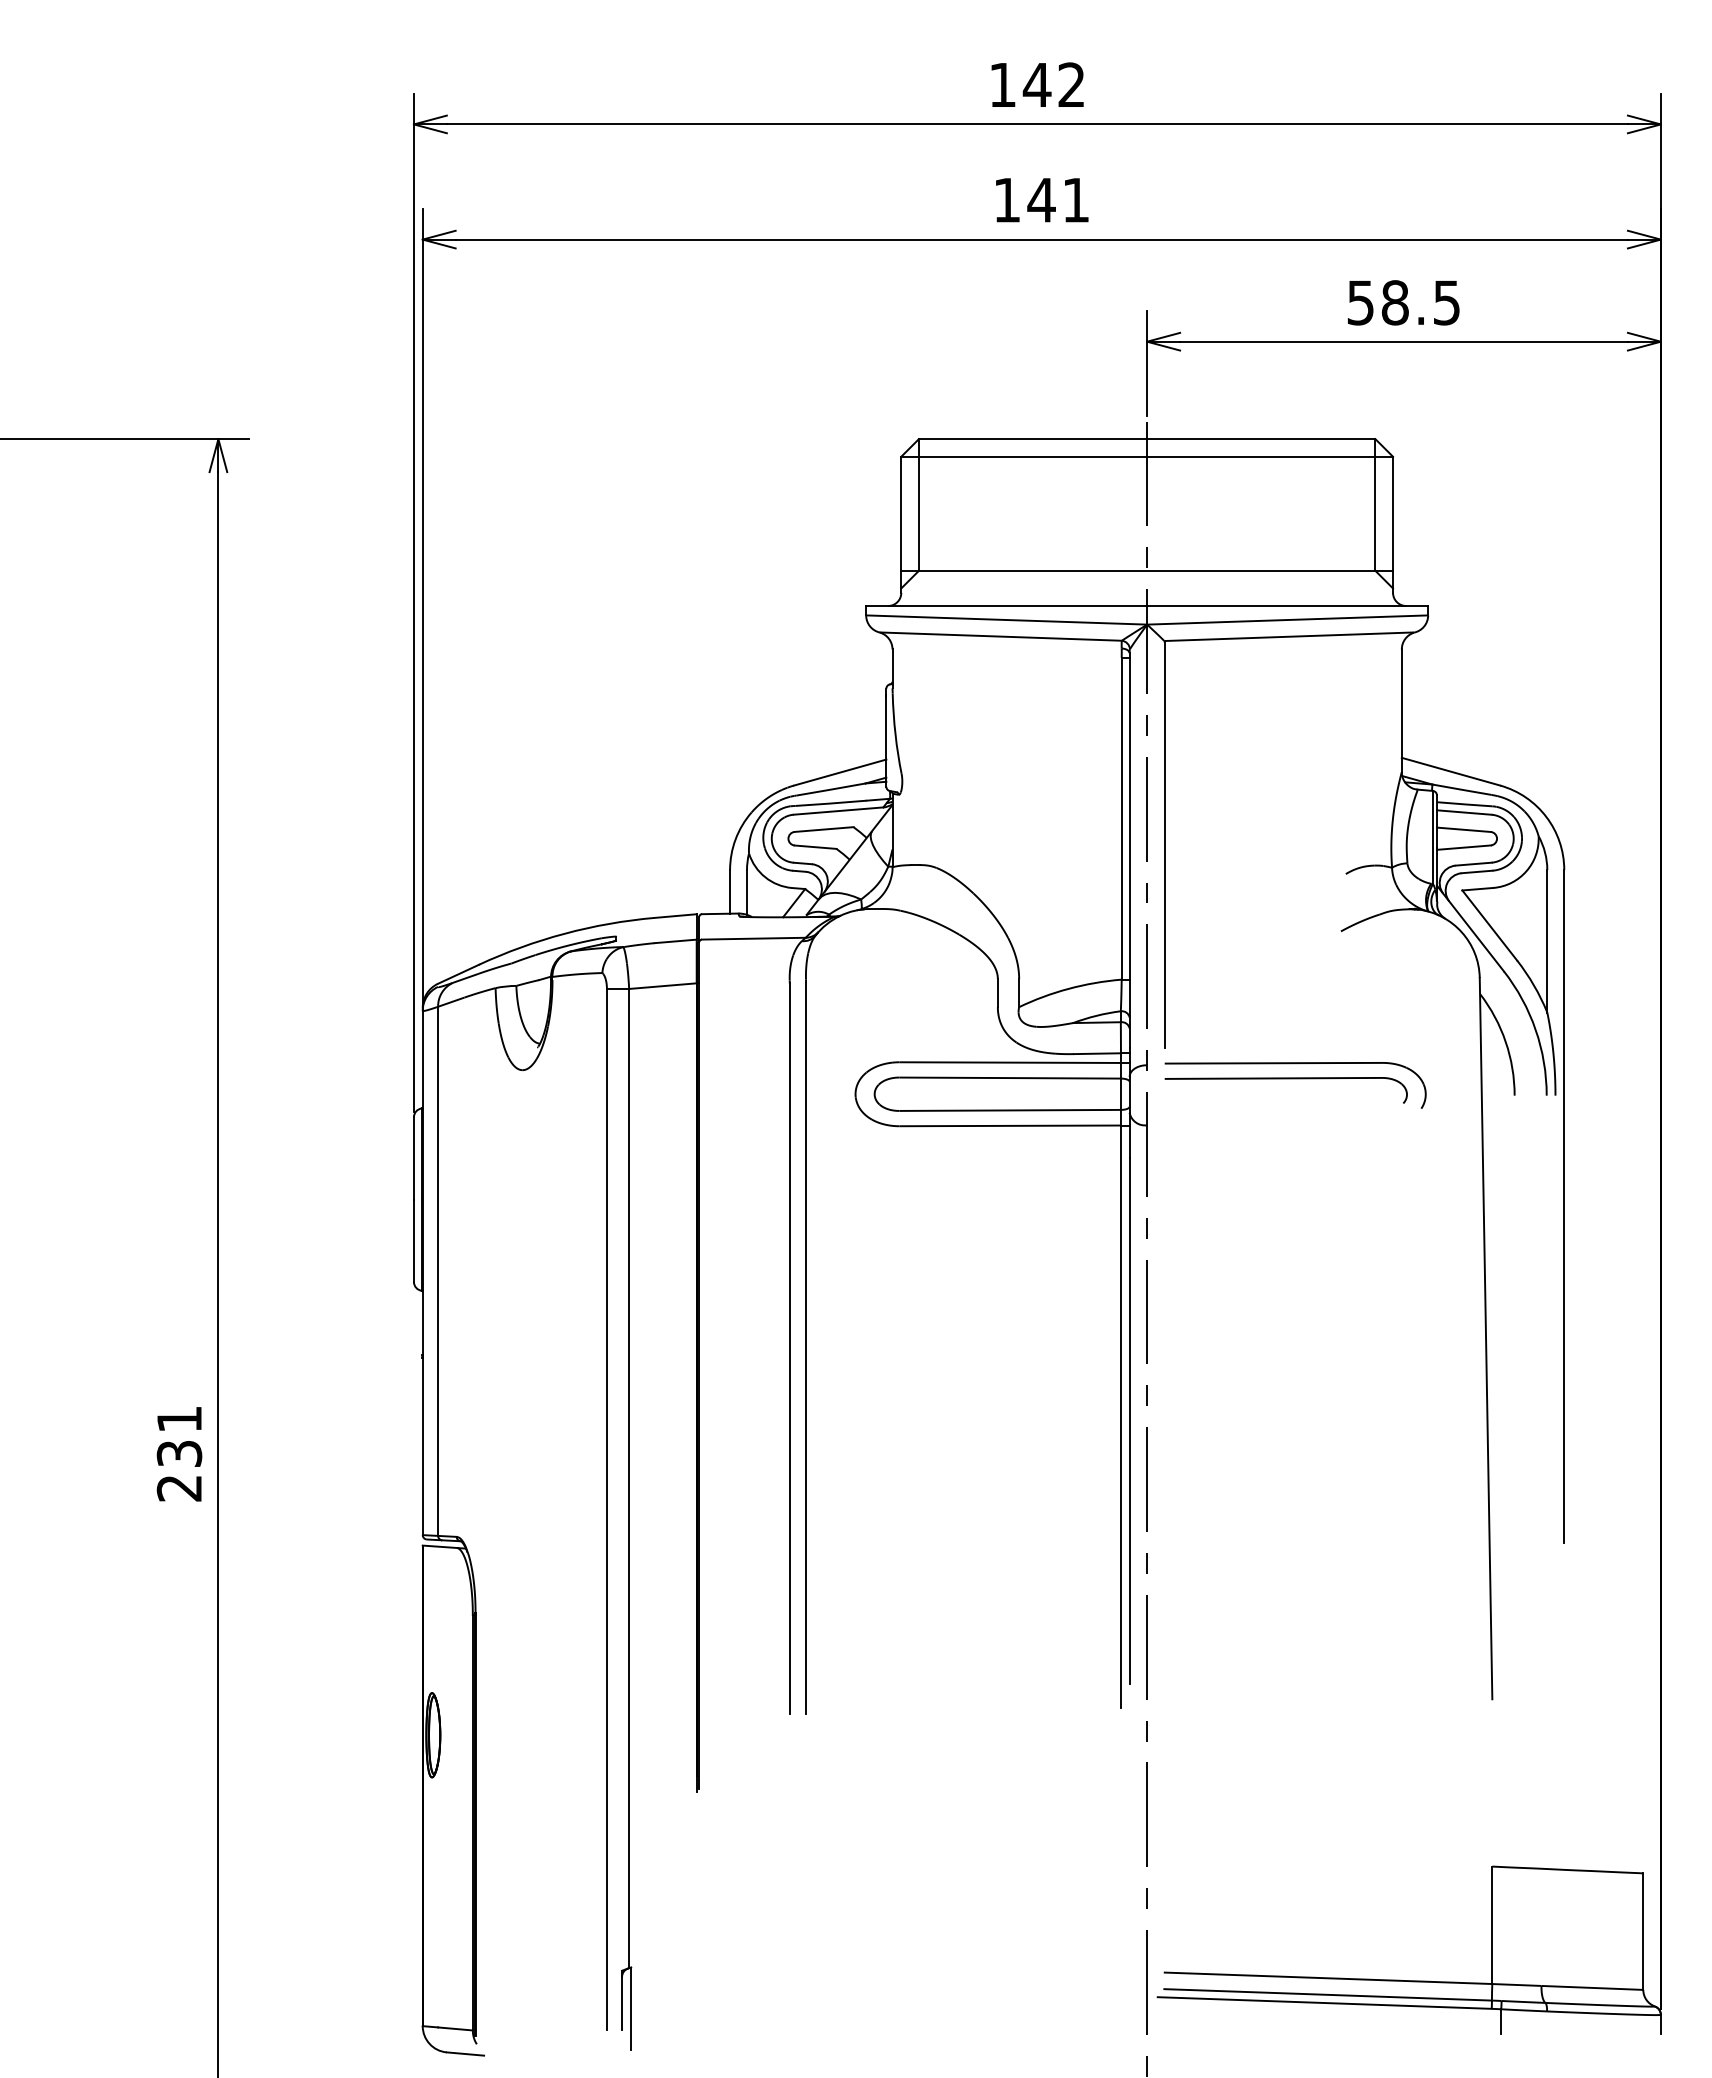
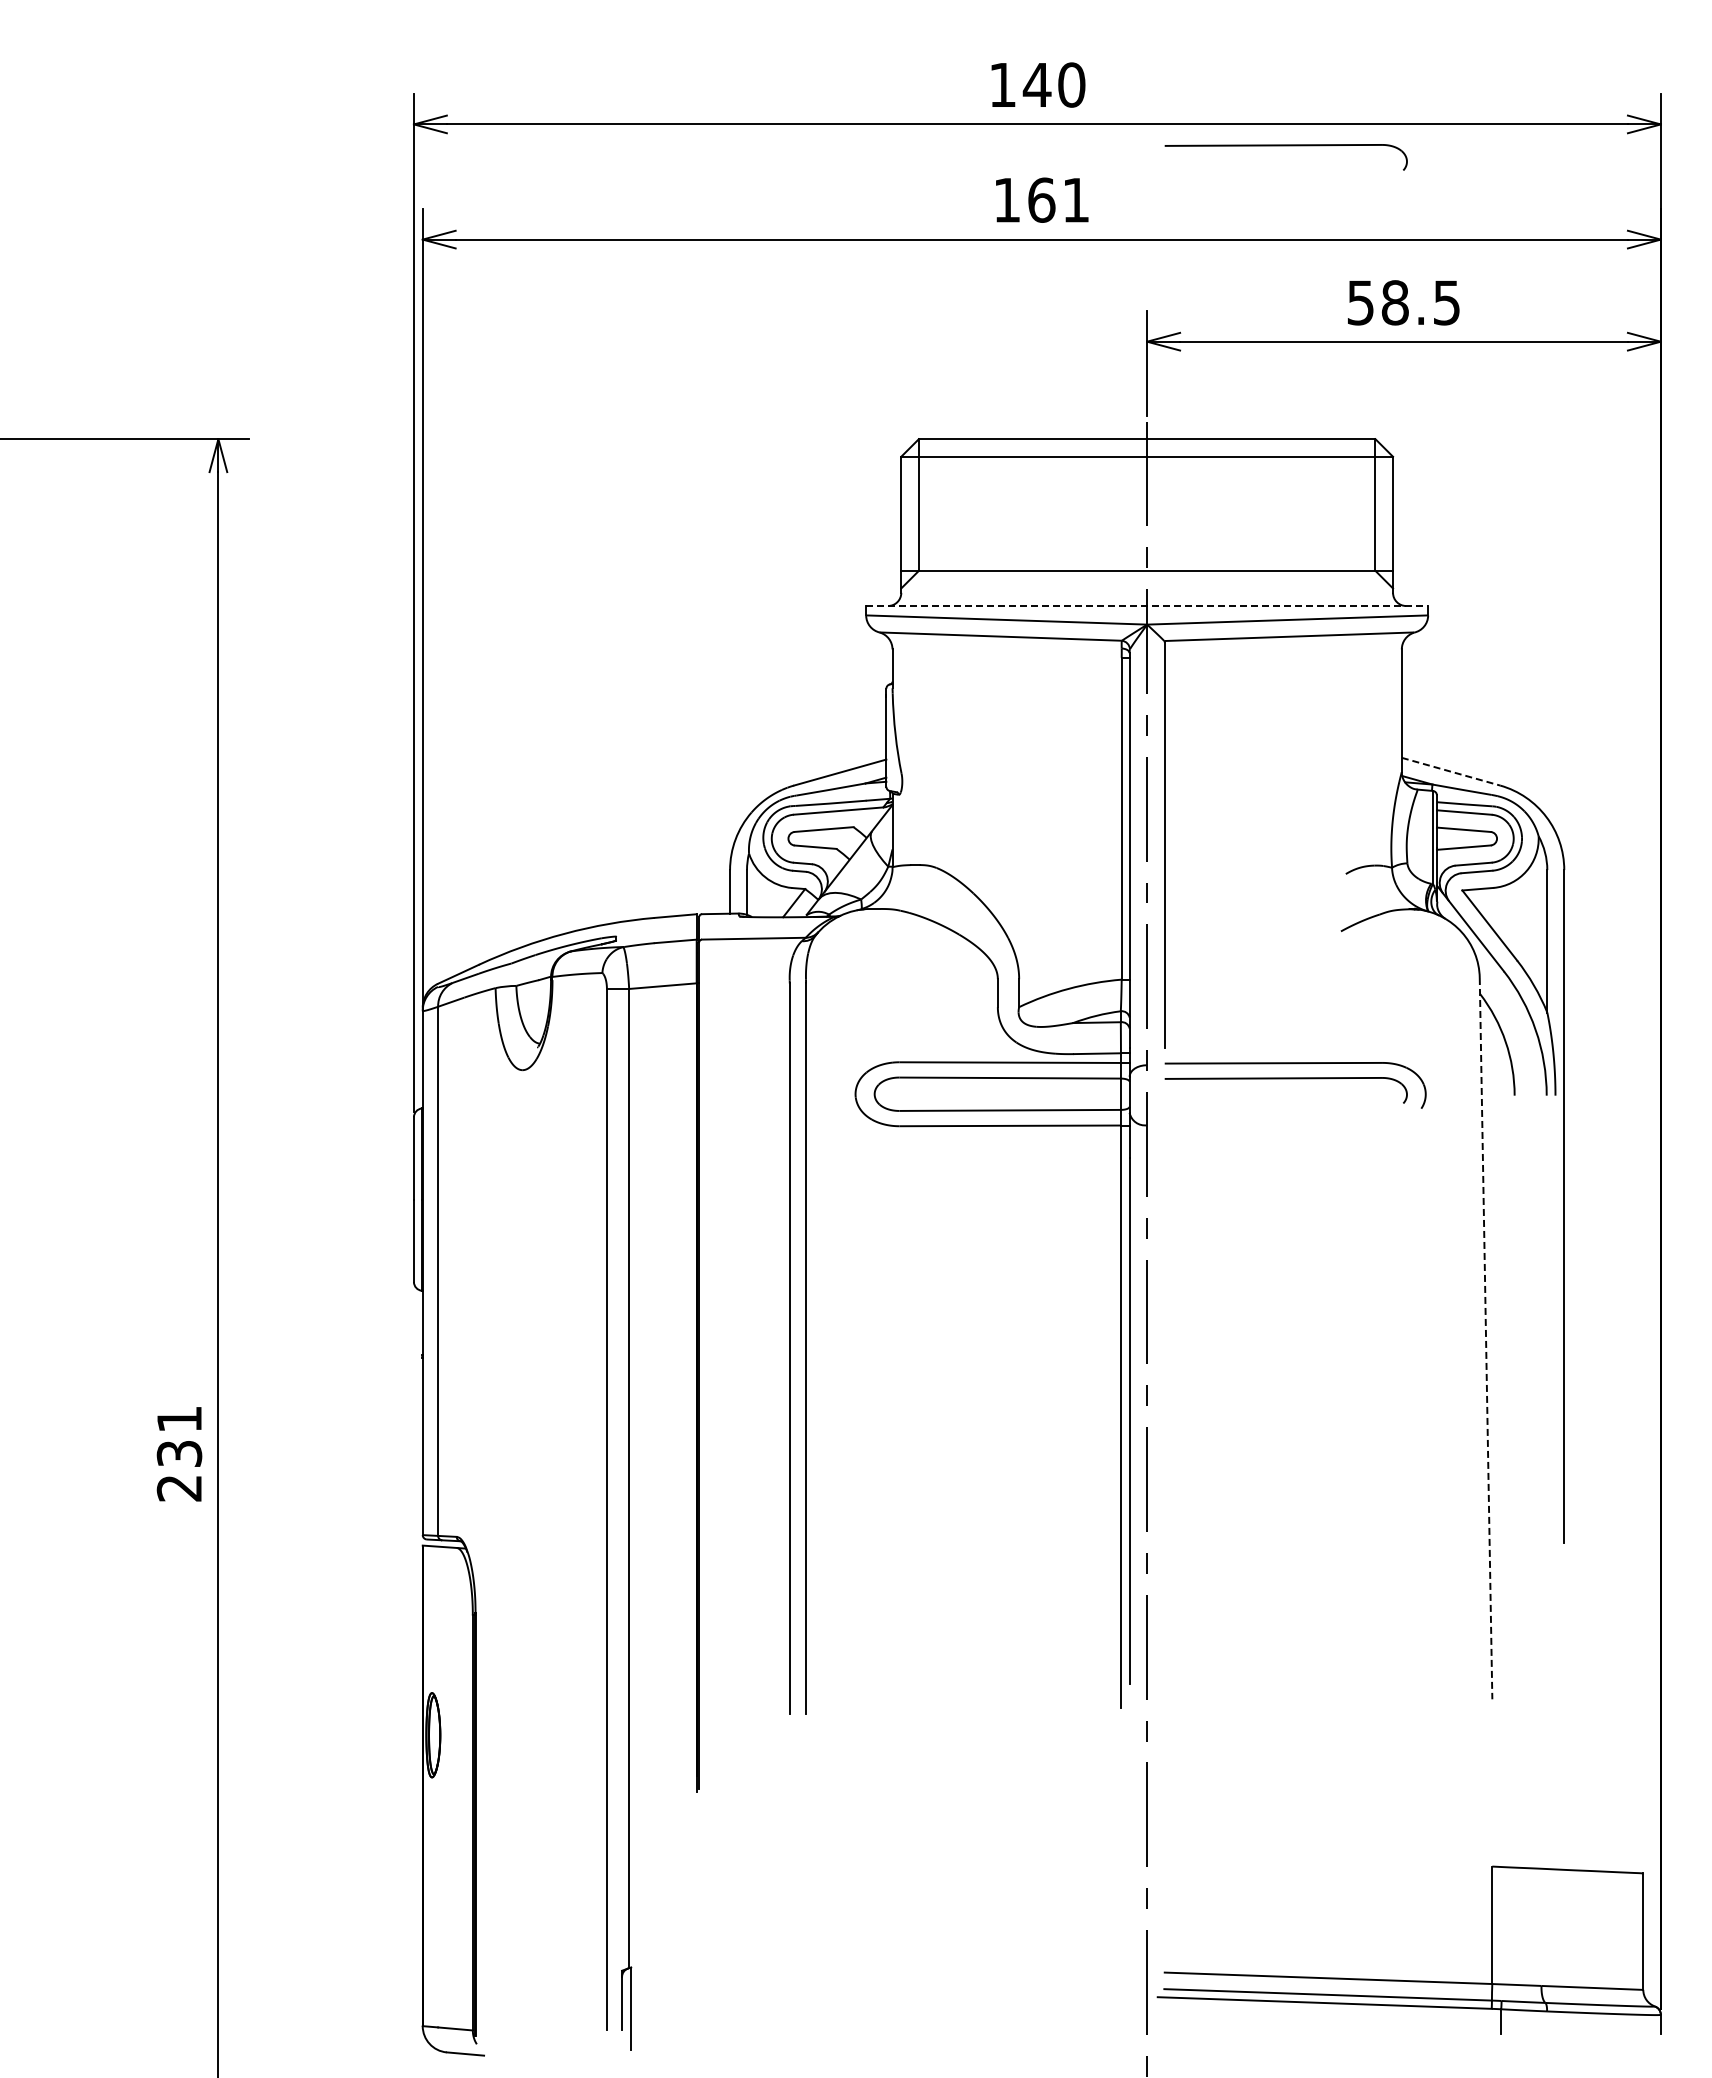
text at (1071, 84): 142 -> 140
part at (1285, 146): none -> present
text at (1041, 199): 141 -> 161
line at (1147, 606): solid -> dashed
line at (1451, 771): solid -> dashed
line at (1486, 1338): solid -> dashed
